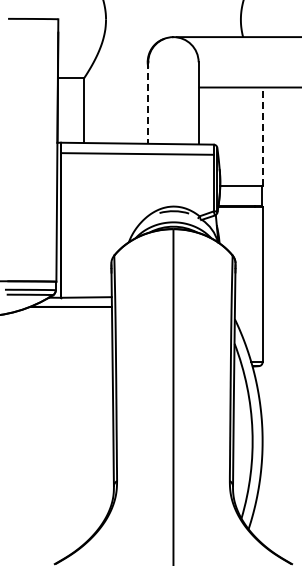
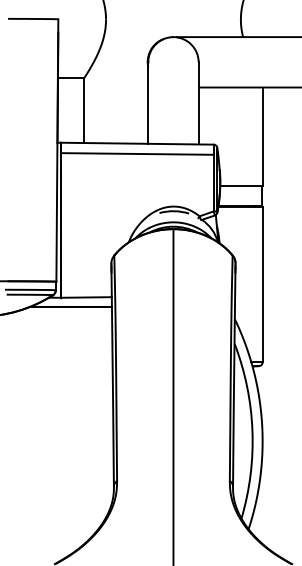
line at (148, 103): dashed -> solid
line at (262, 136): dashed -> solid
